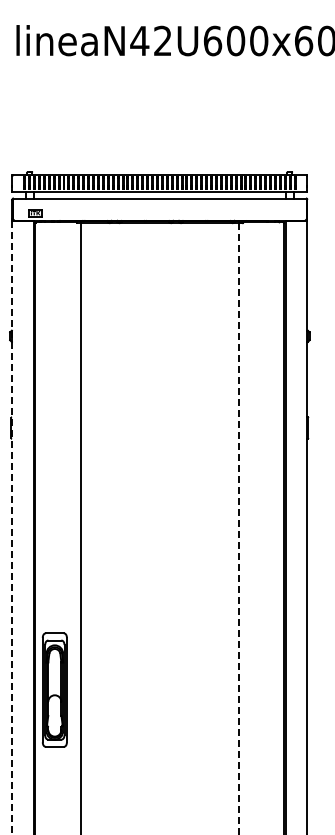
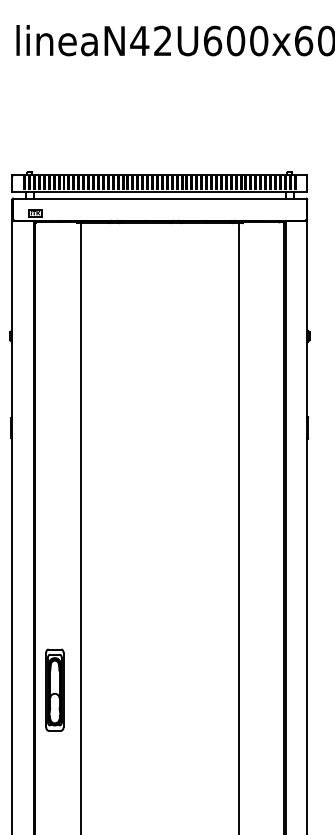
line at (12, 527): dashed -> solid
line at (238, 529): dashed -> solid
part at (54, 689) size: 27x116 px -> 20x84 px
